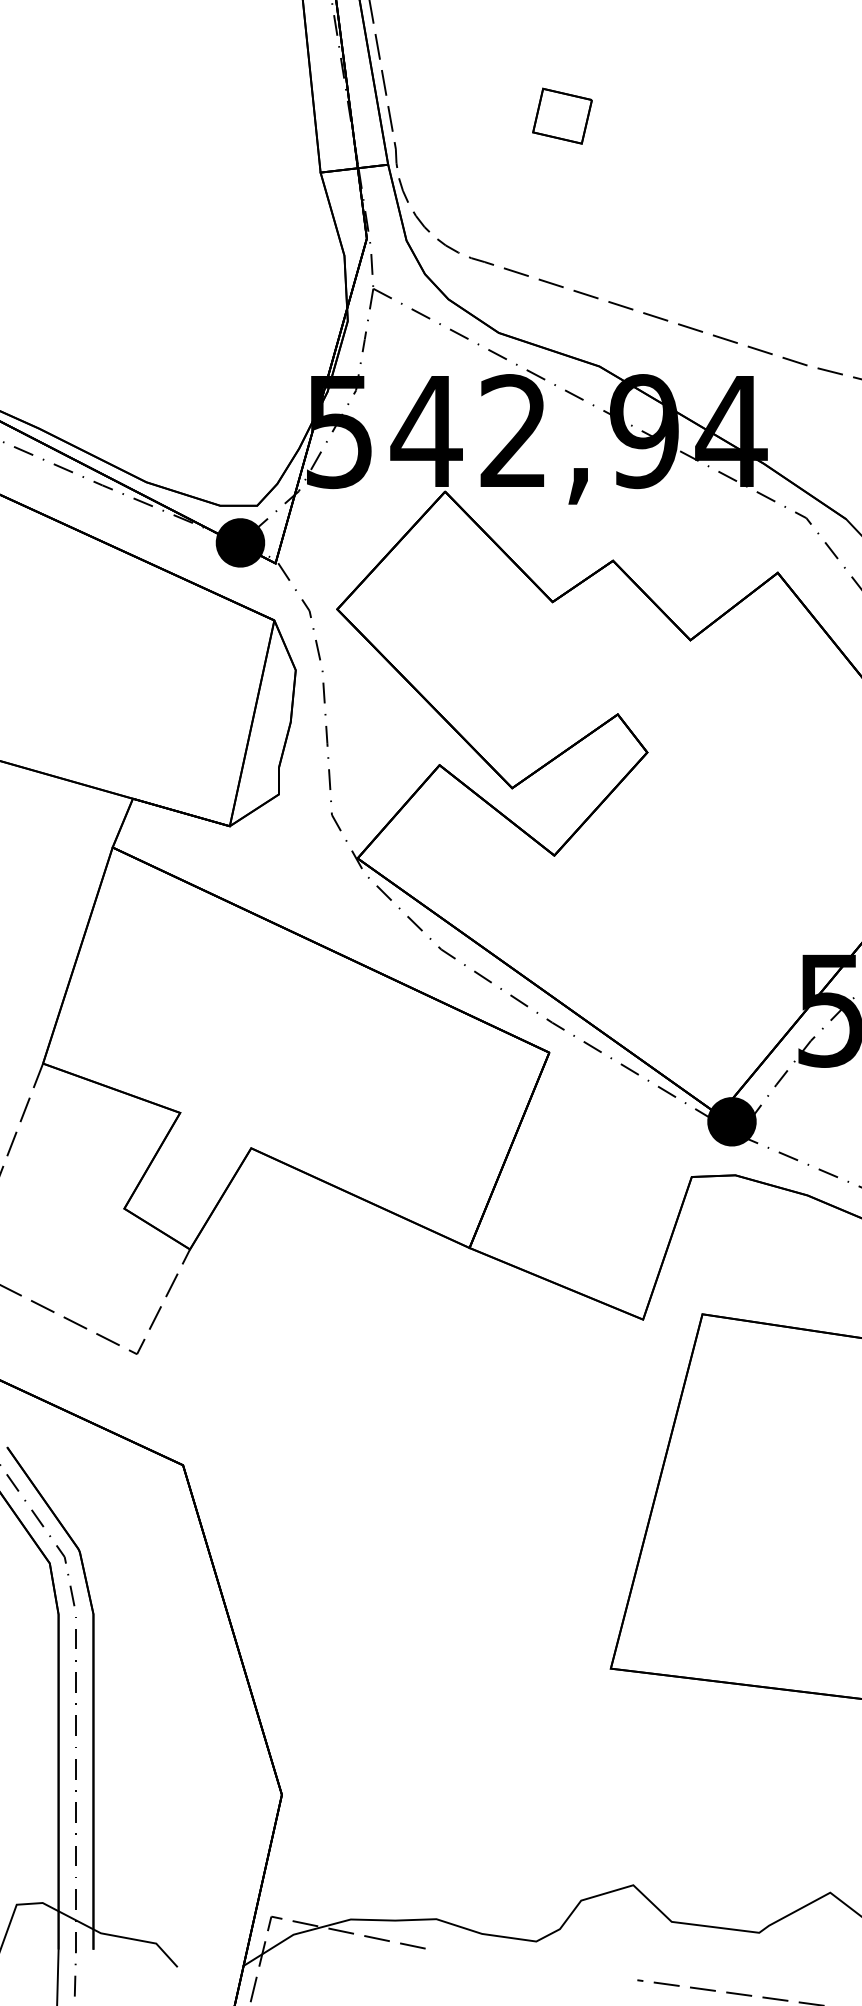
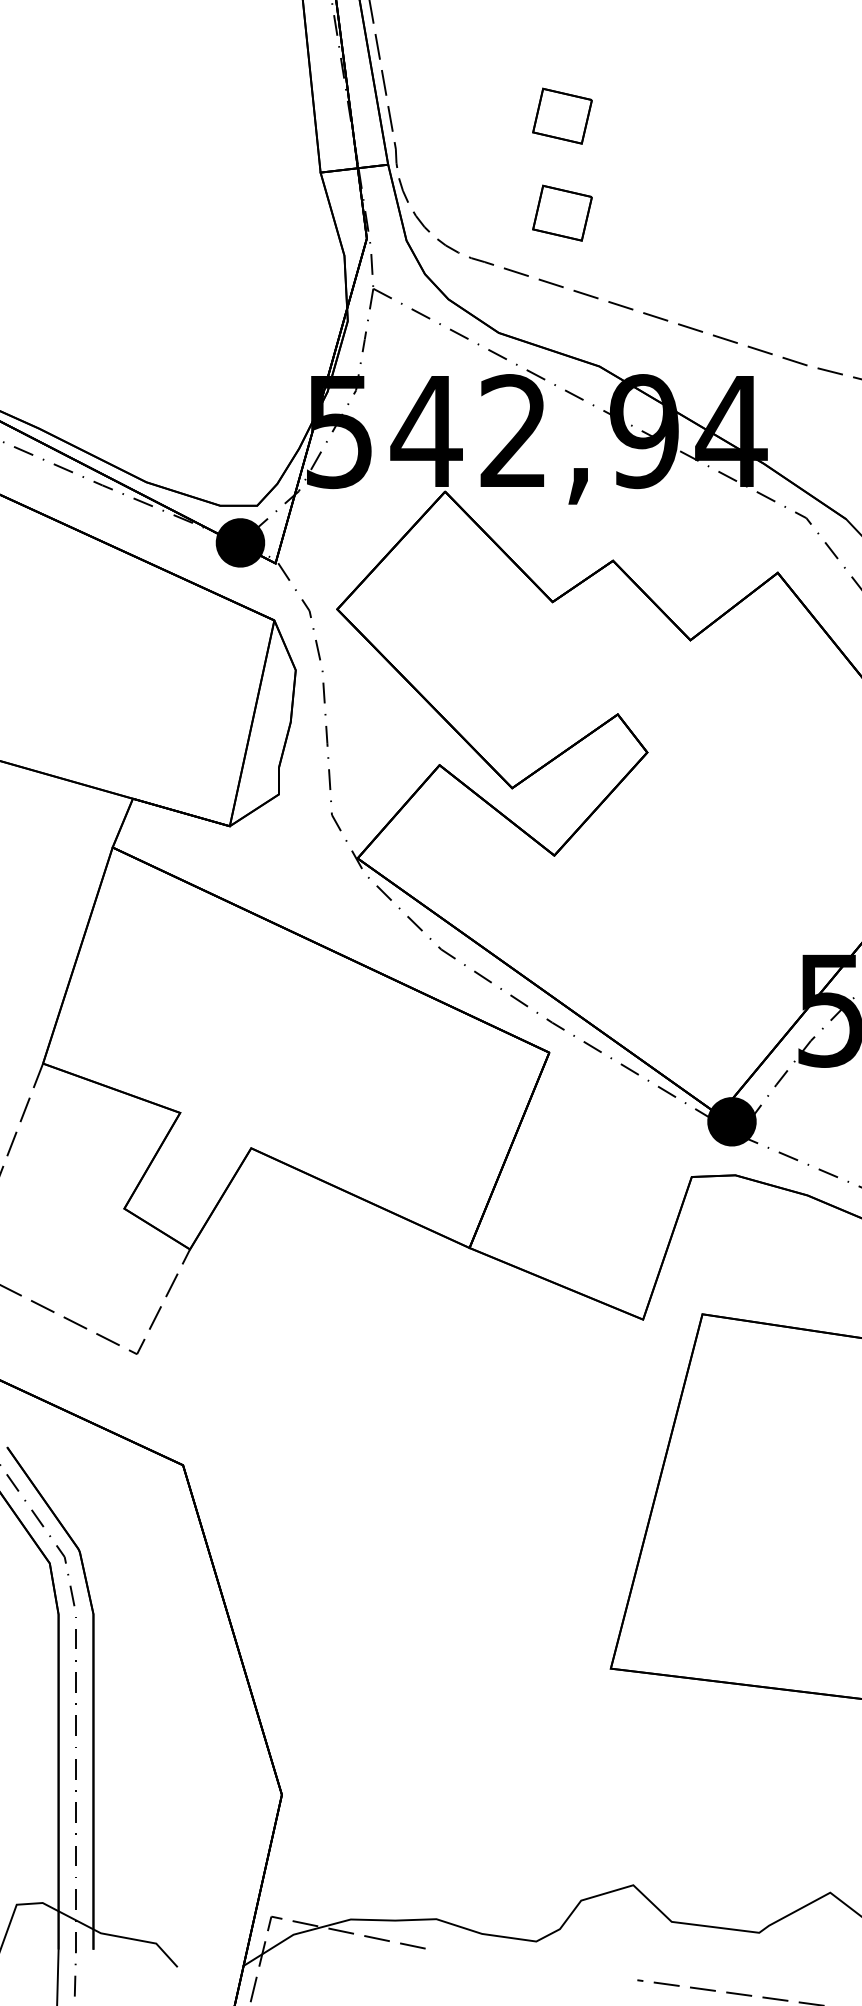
part at (562, 212): none -> present
